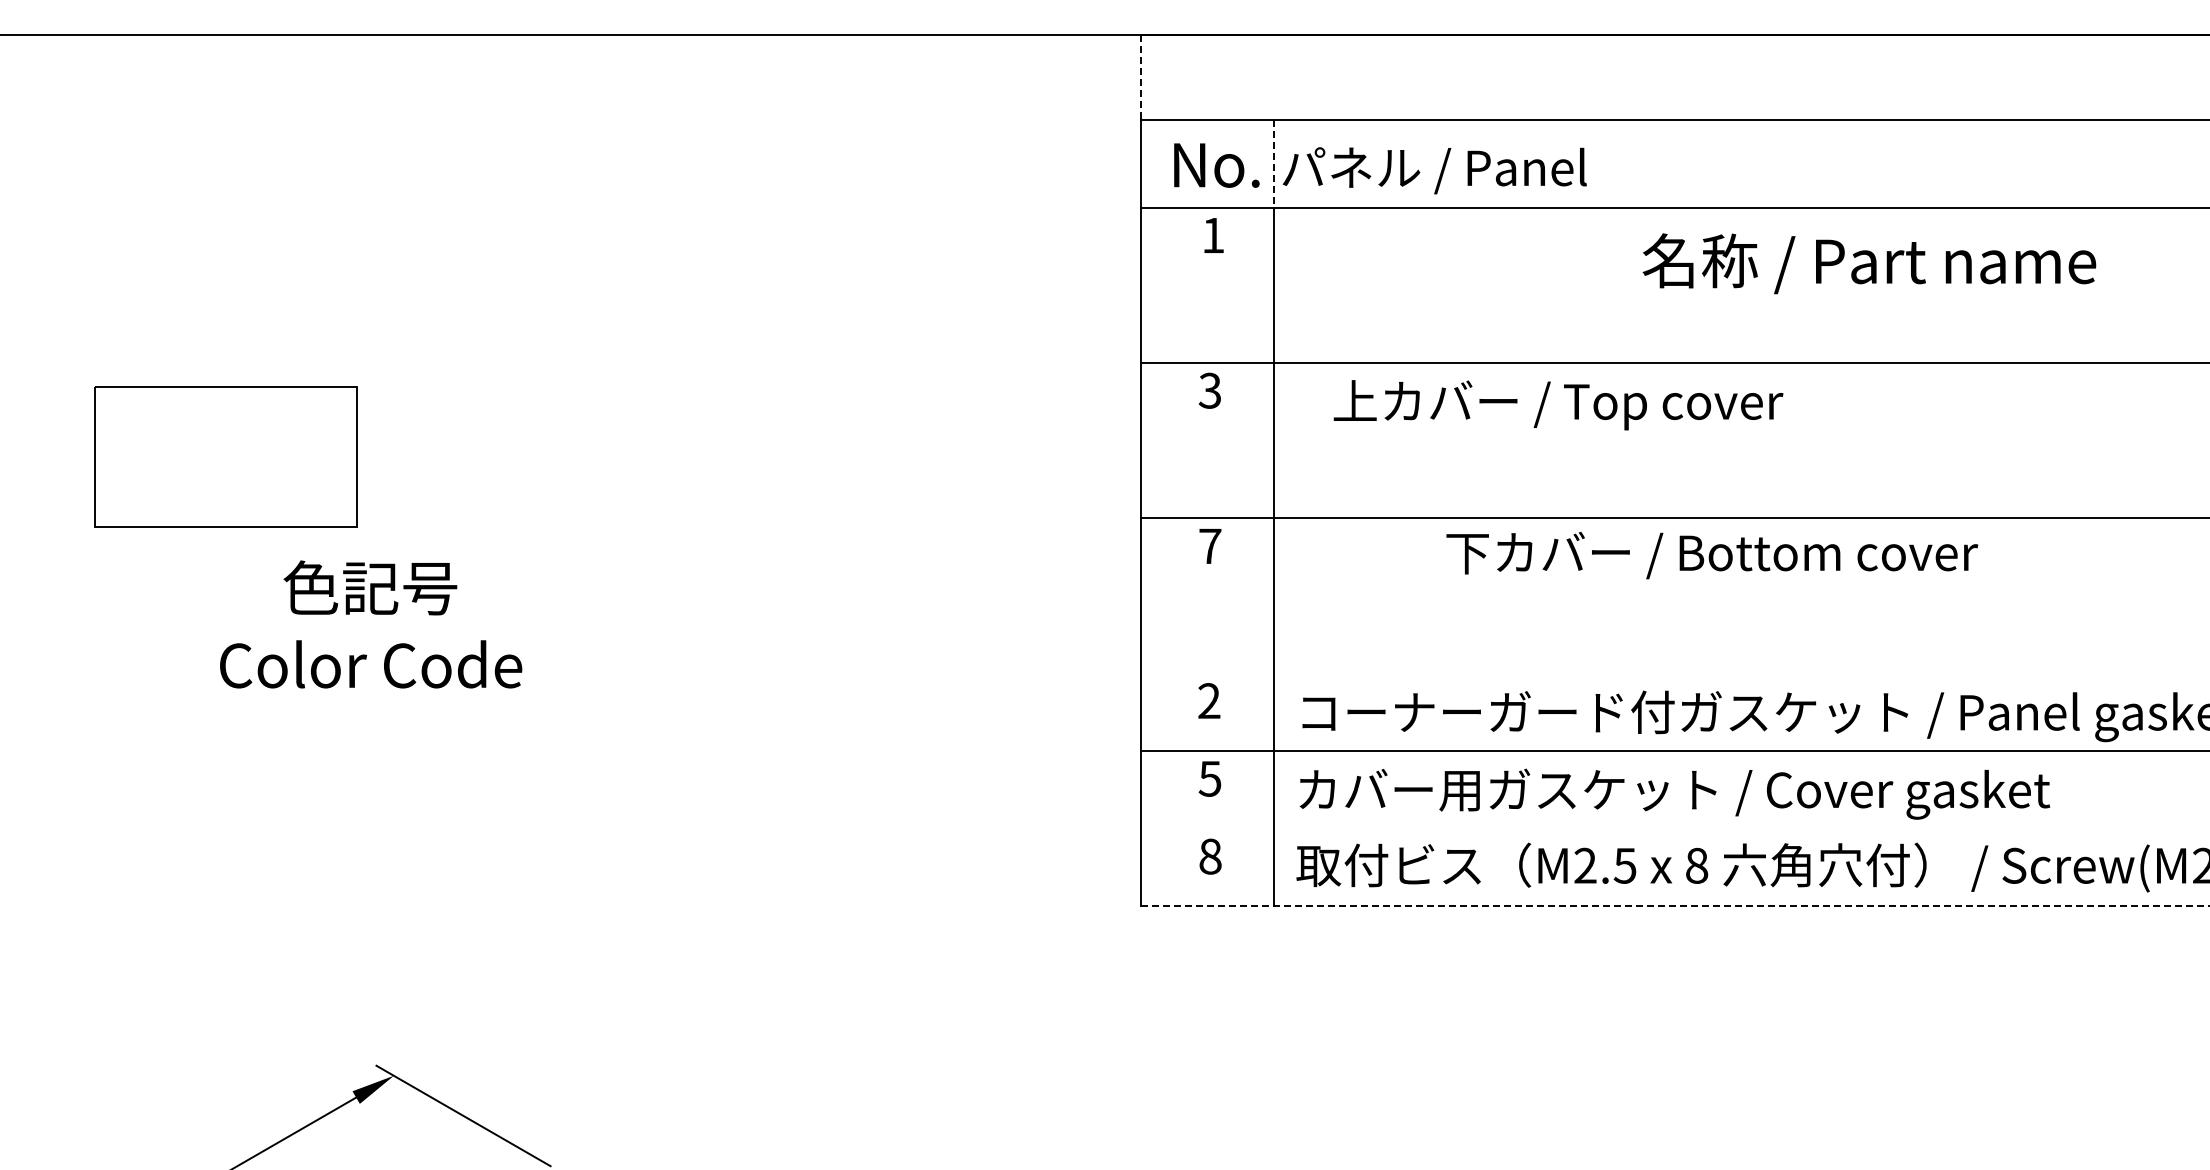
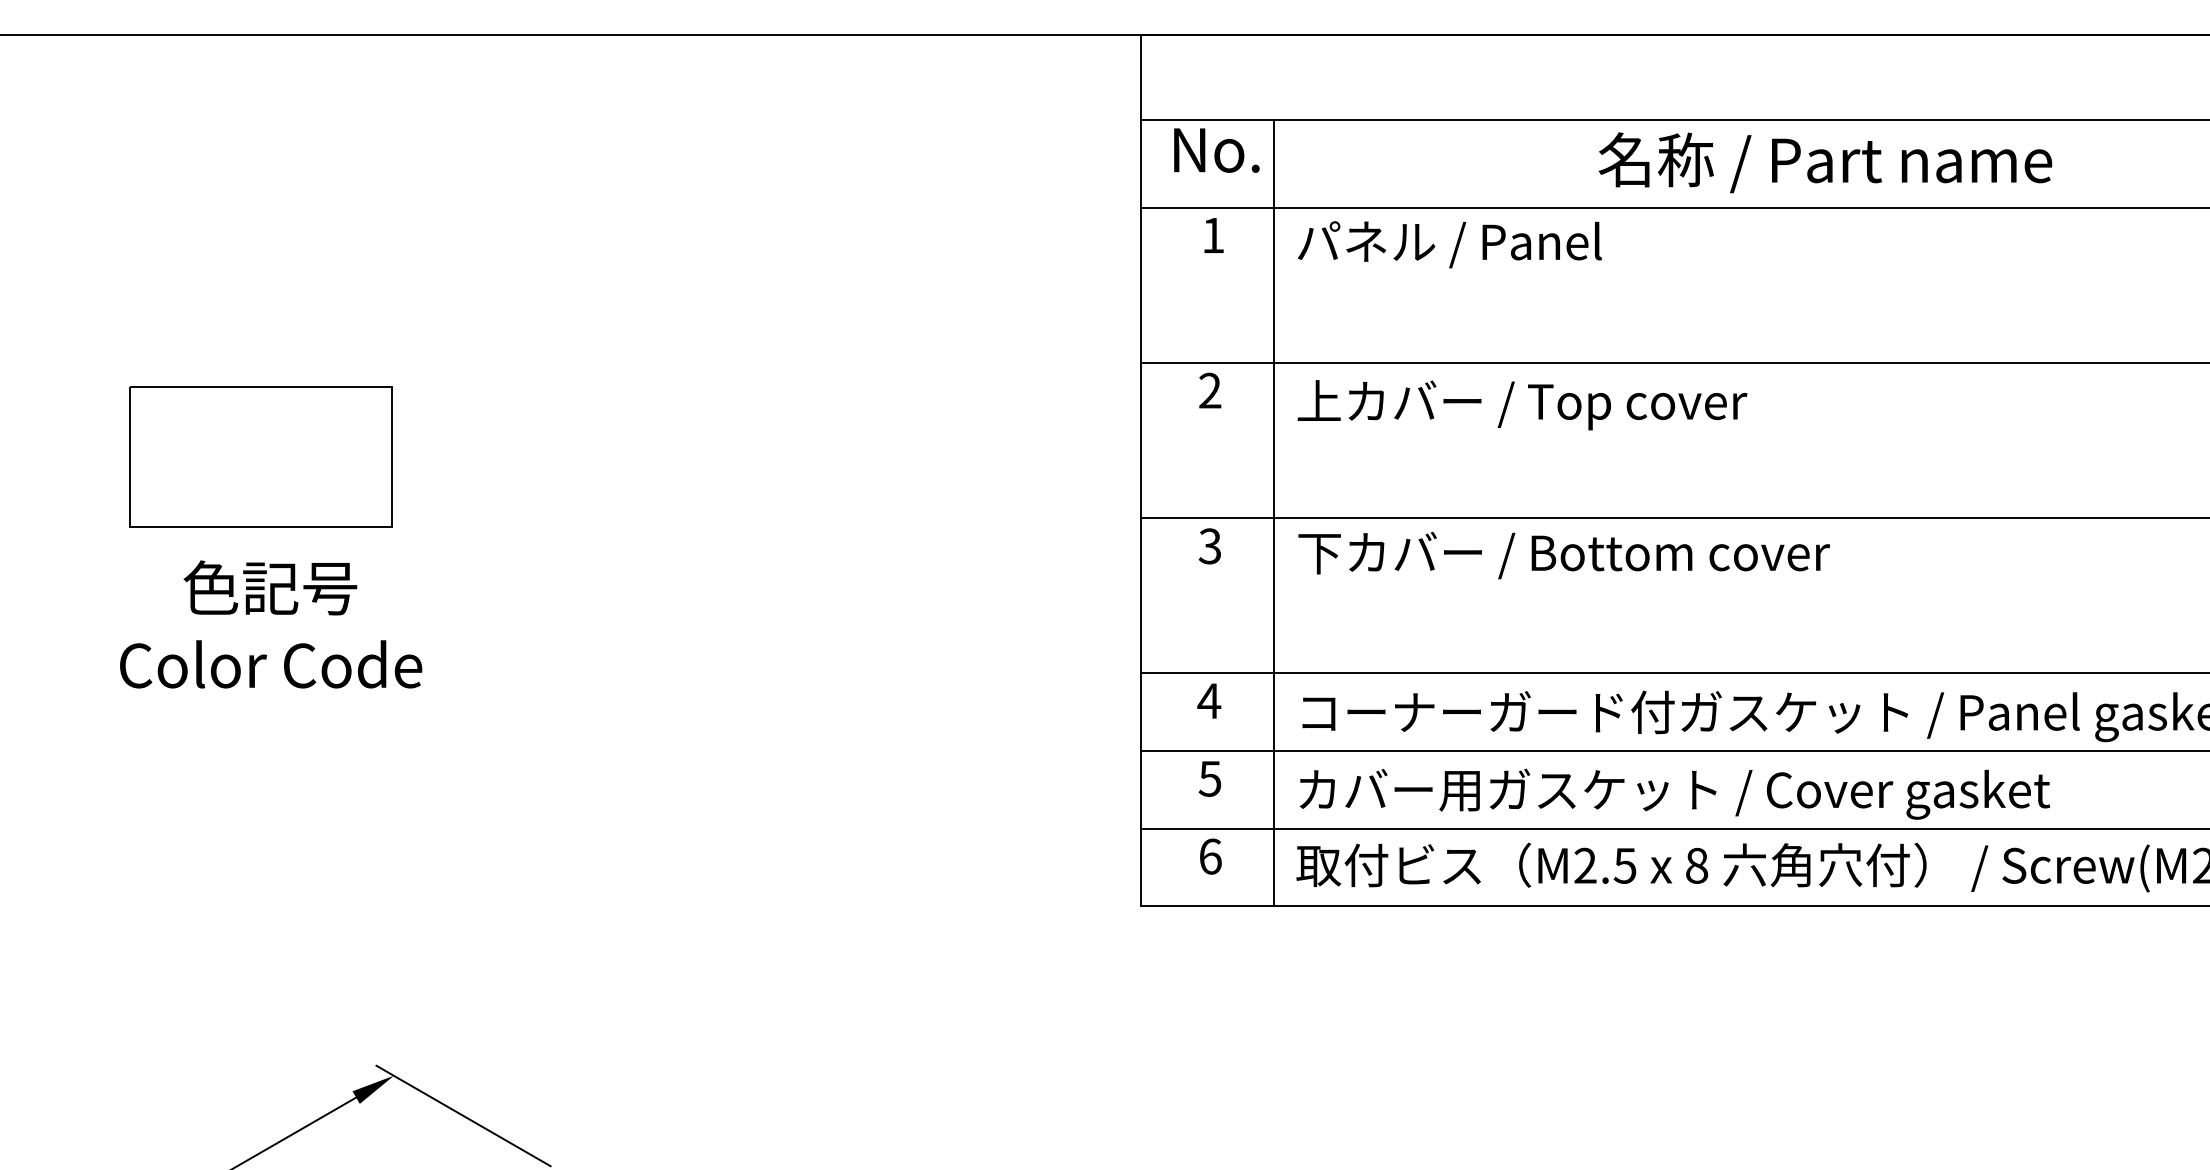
line at (1140, 77): dashed -> solid
line at (1274, 164): dashed -> solid
text at (1216, 165) position: (1216, 165) -> (1216, 150)
text at (1434, 170) position: (1434, 170) -> (1449, 244)
text at (1869, 263) position: (1869, 263) -> (1825, 162)
text at (1209, 390): 3 -> 2
text at (1558, 405) position: (1558, 405) -> (1522, 405)
part at (225, 456) position: (225, 456) -> (260, 456)
text at (1209, 546): 7 -> 3
text at (1712, 555) position: (1712, 555) -> (1564, 555)
text at (371, 624) position: (371, 624) -> (271, 624)
line at (1673, 673): none -> present
text at (1209, 700): 2 -> 4
line at (1673, 828): none -> present
text at (1210, 856): 8 -> 6
line at (1675, 906): dashed -> solid
